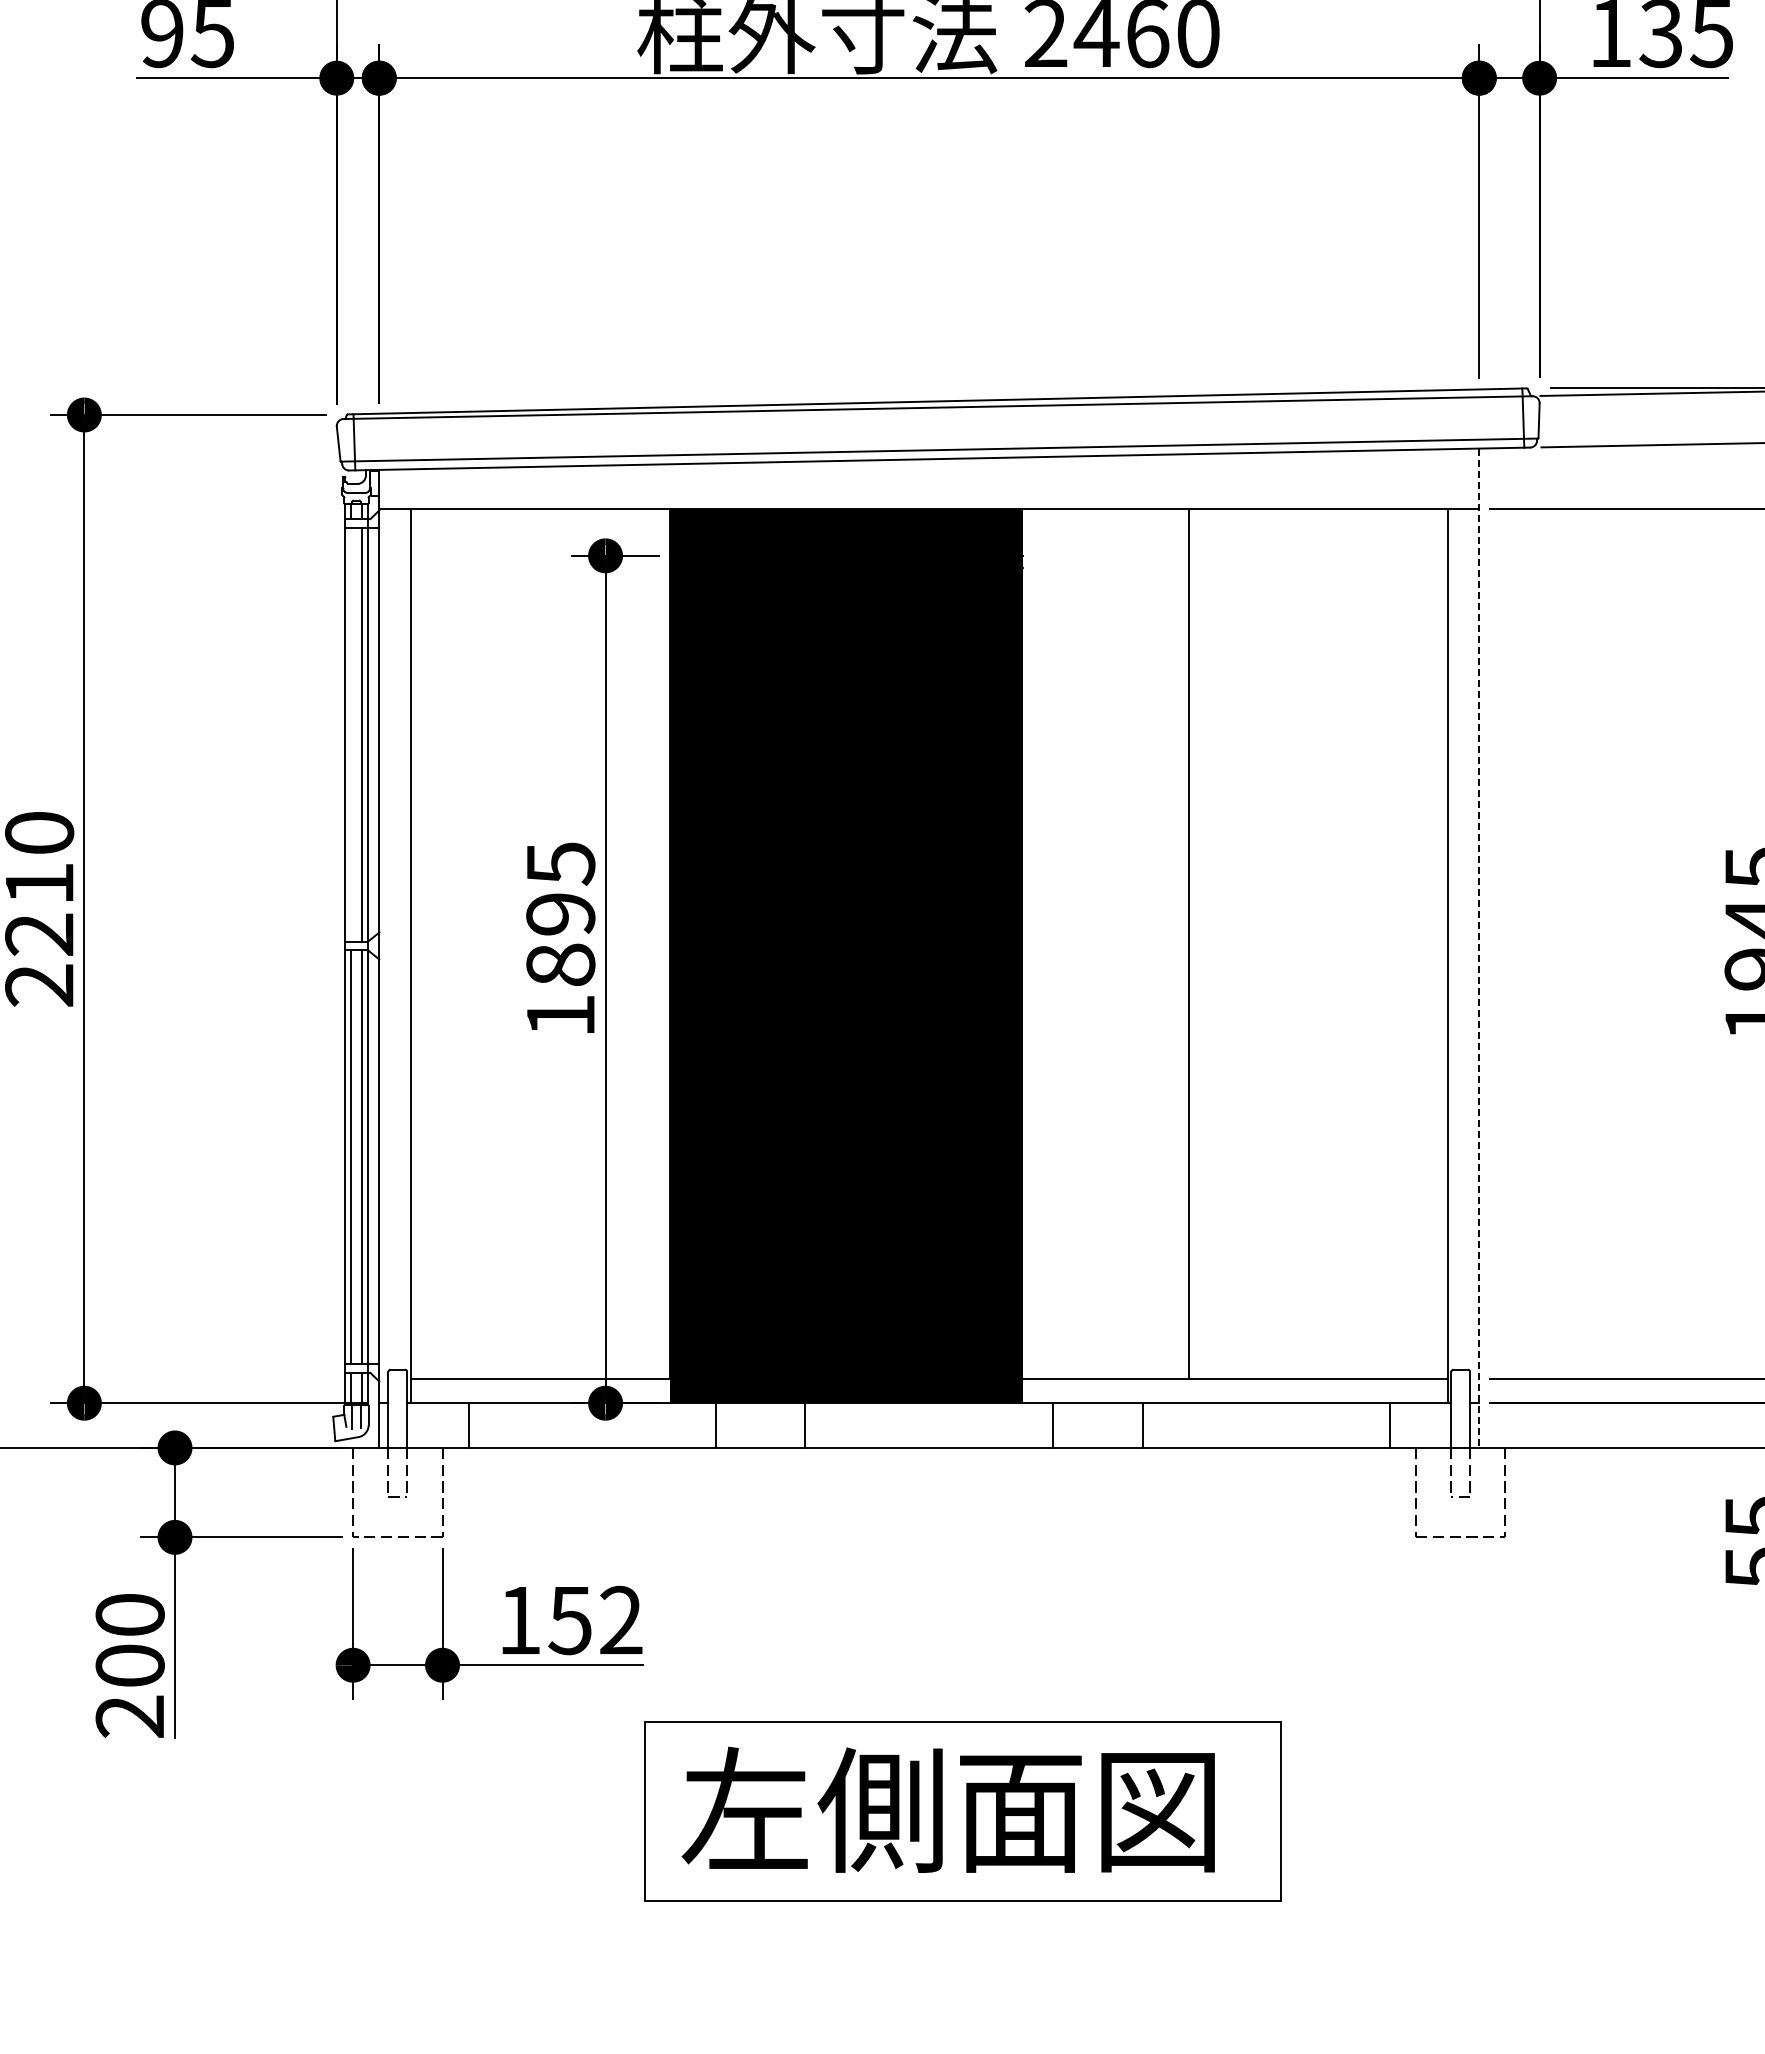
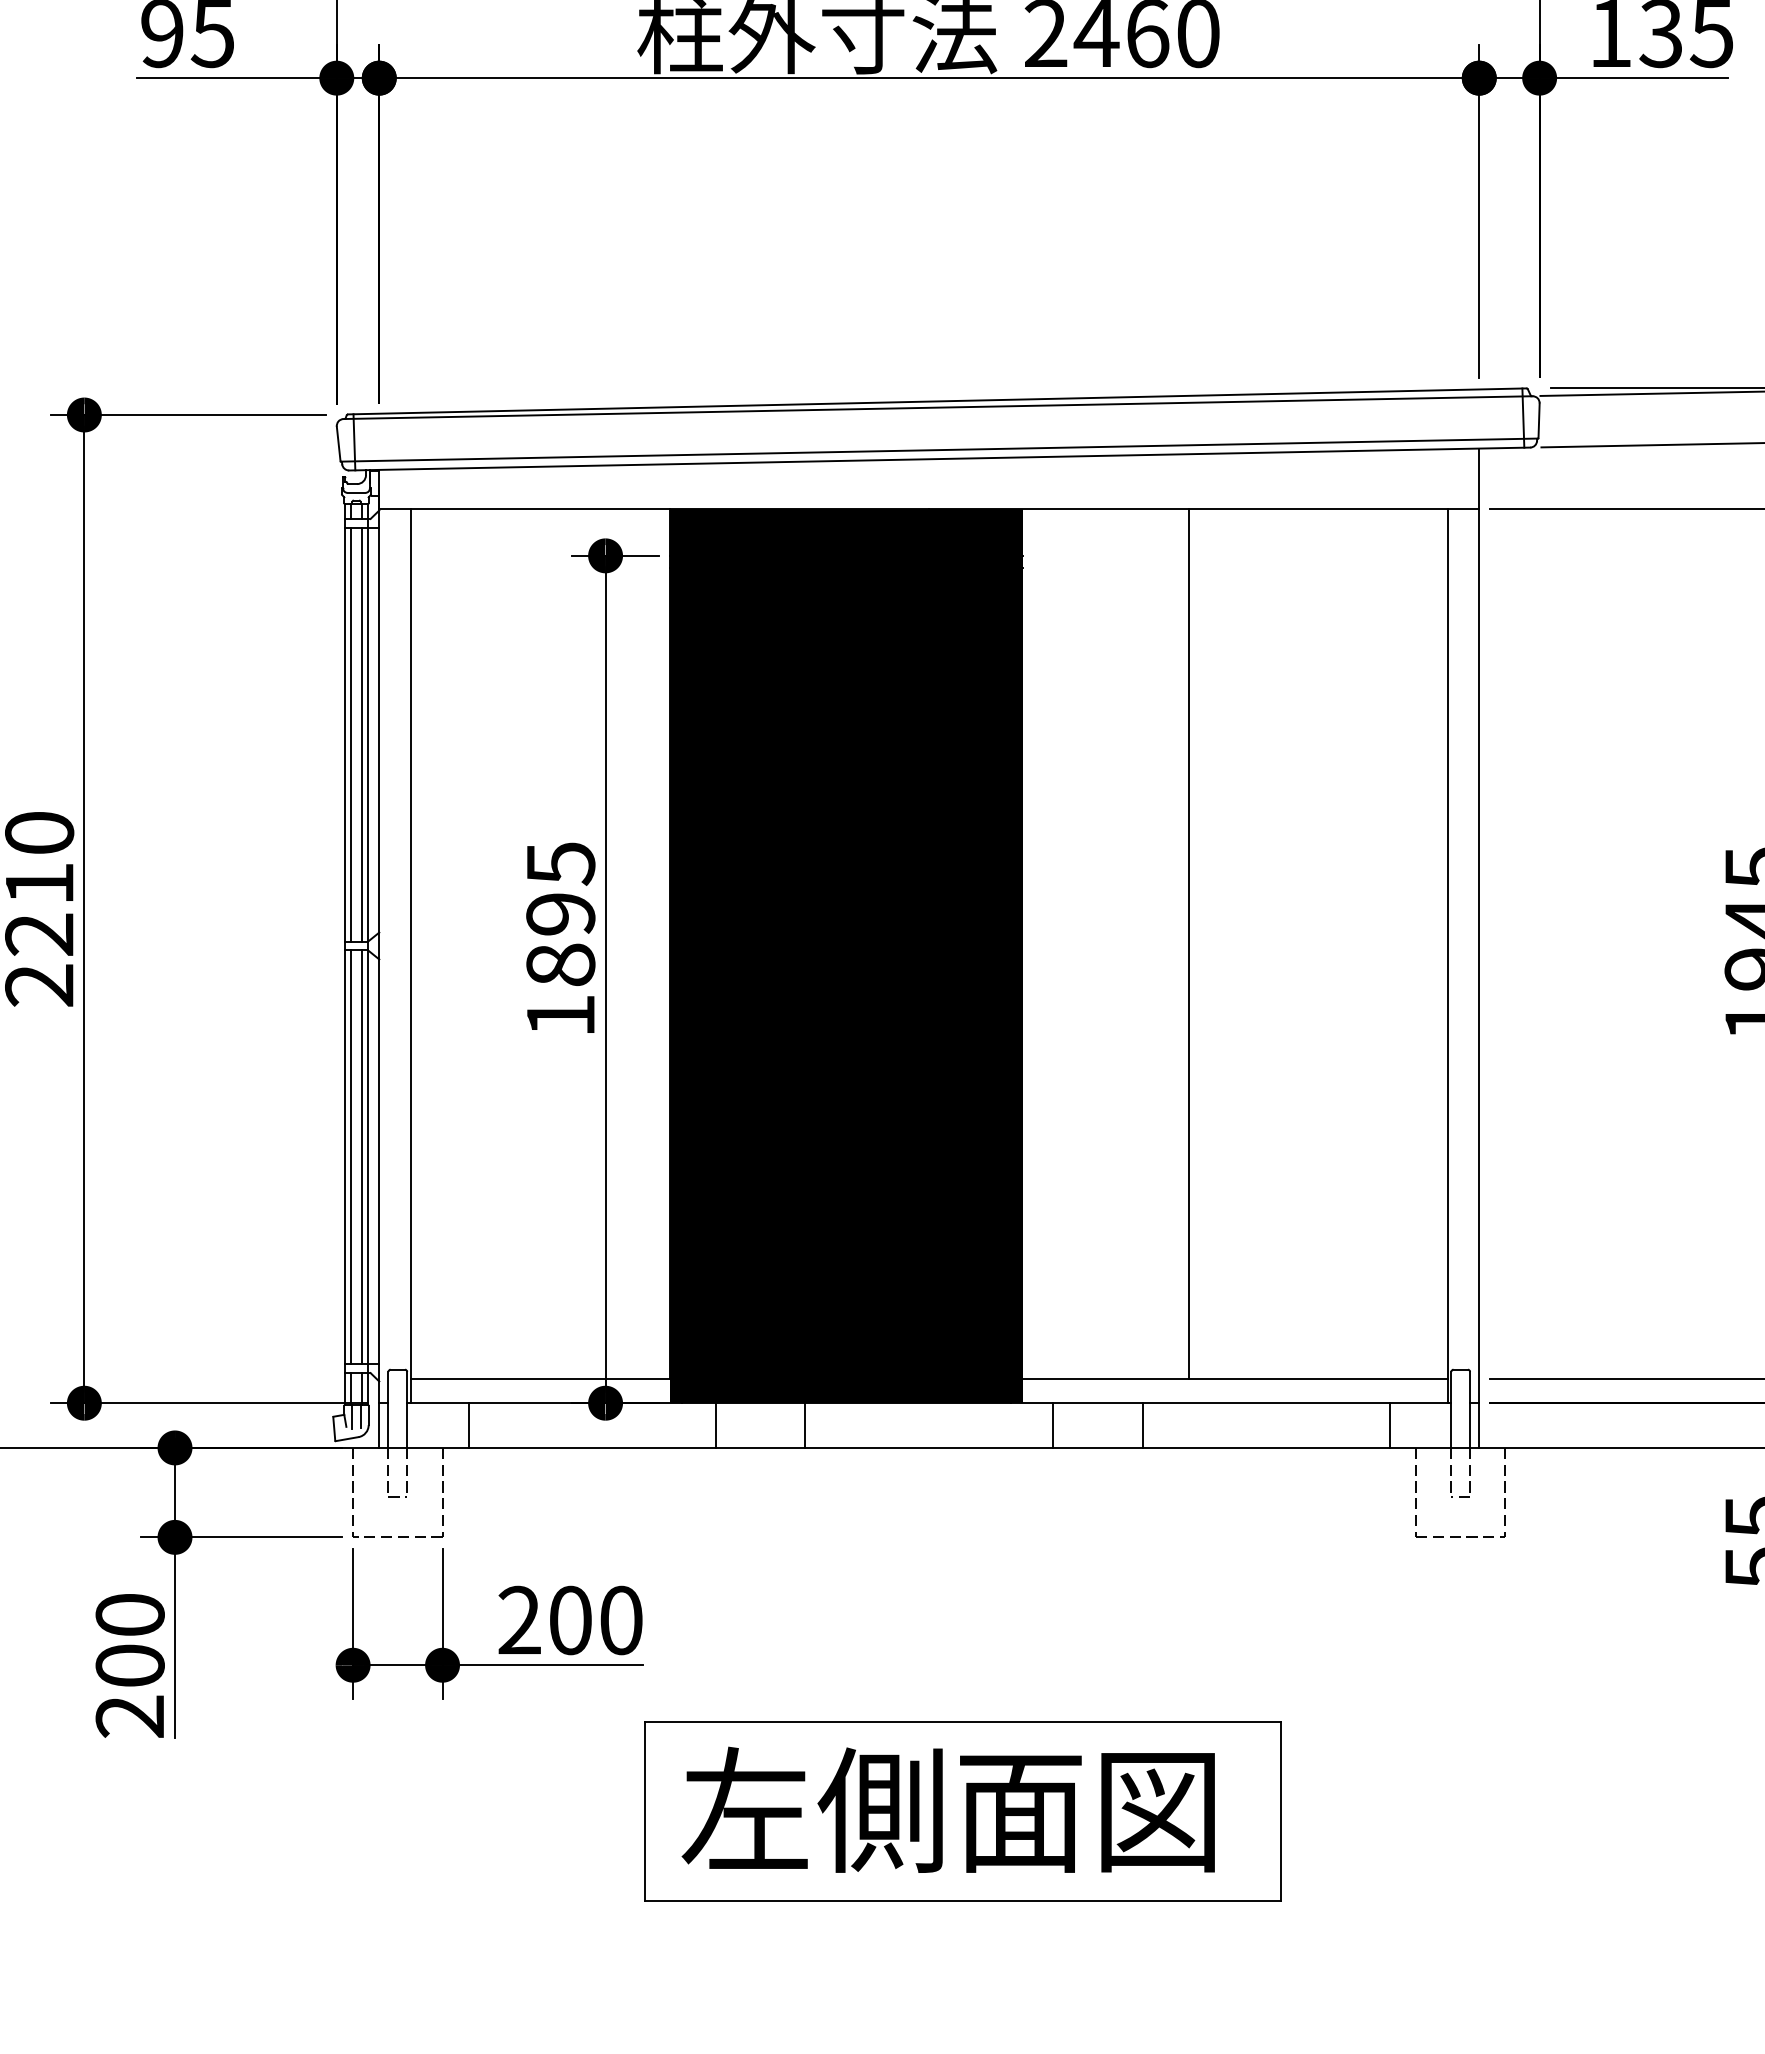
line at (351, 734): none -> present
line at (1479, 948): dashed -> solid
text at (570, 1620): 152 -> 200
